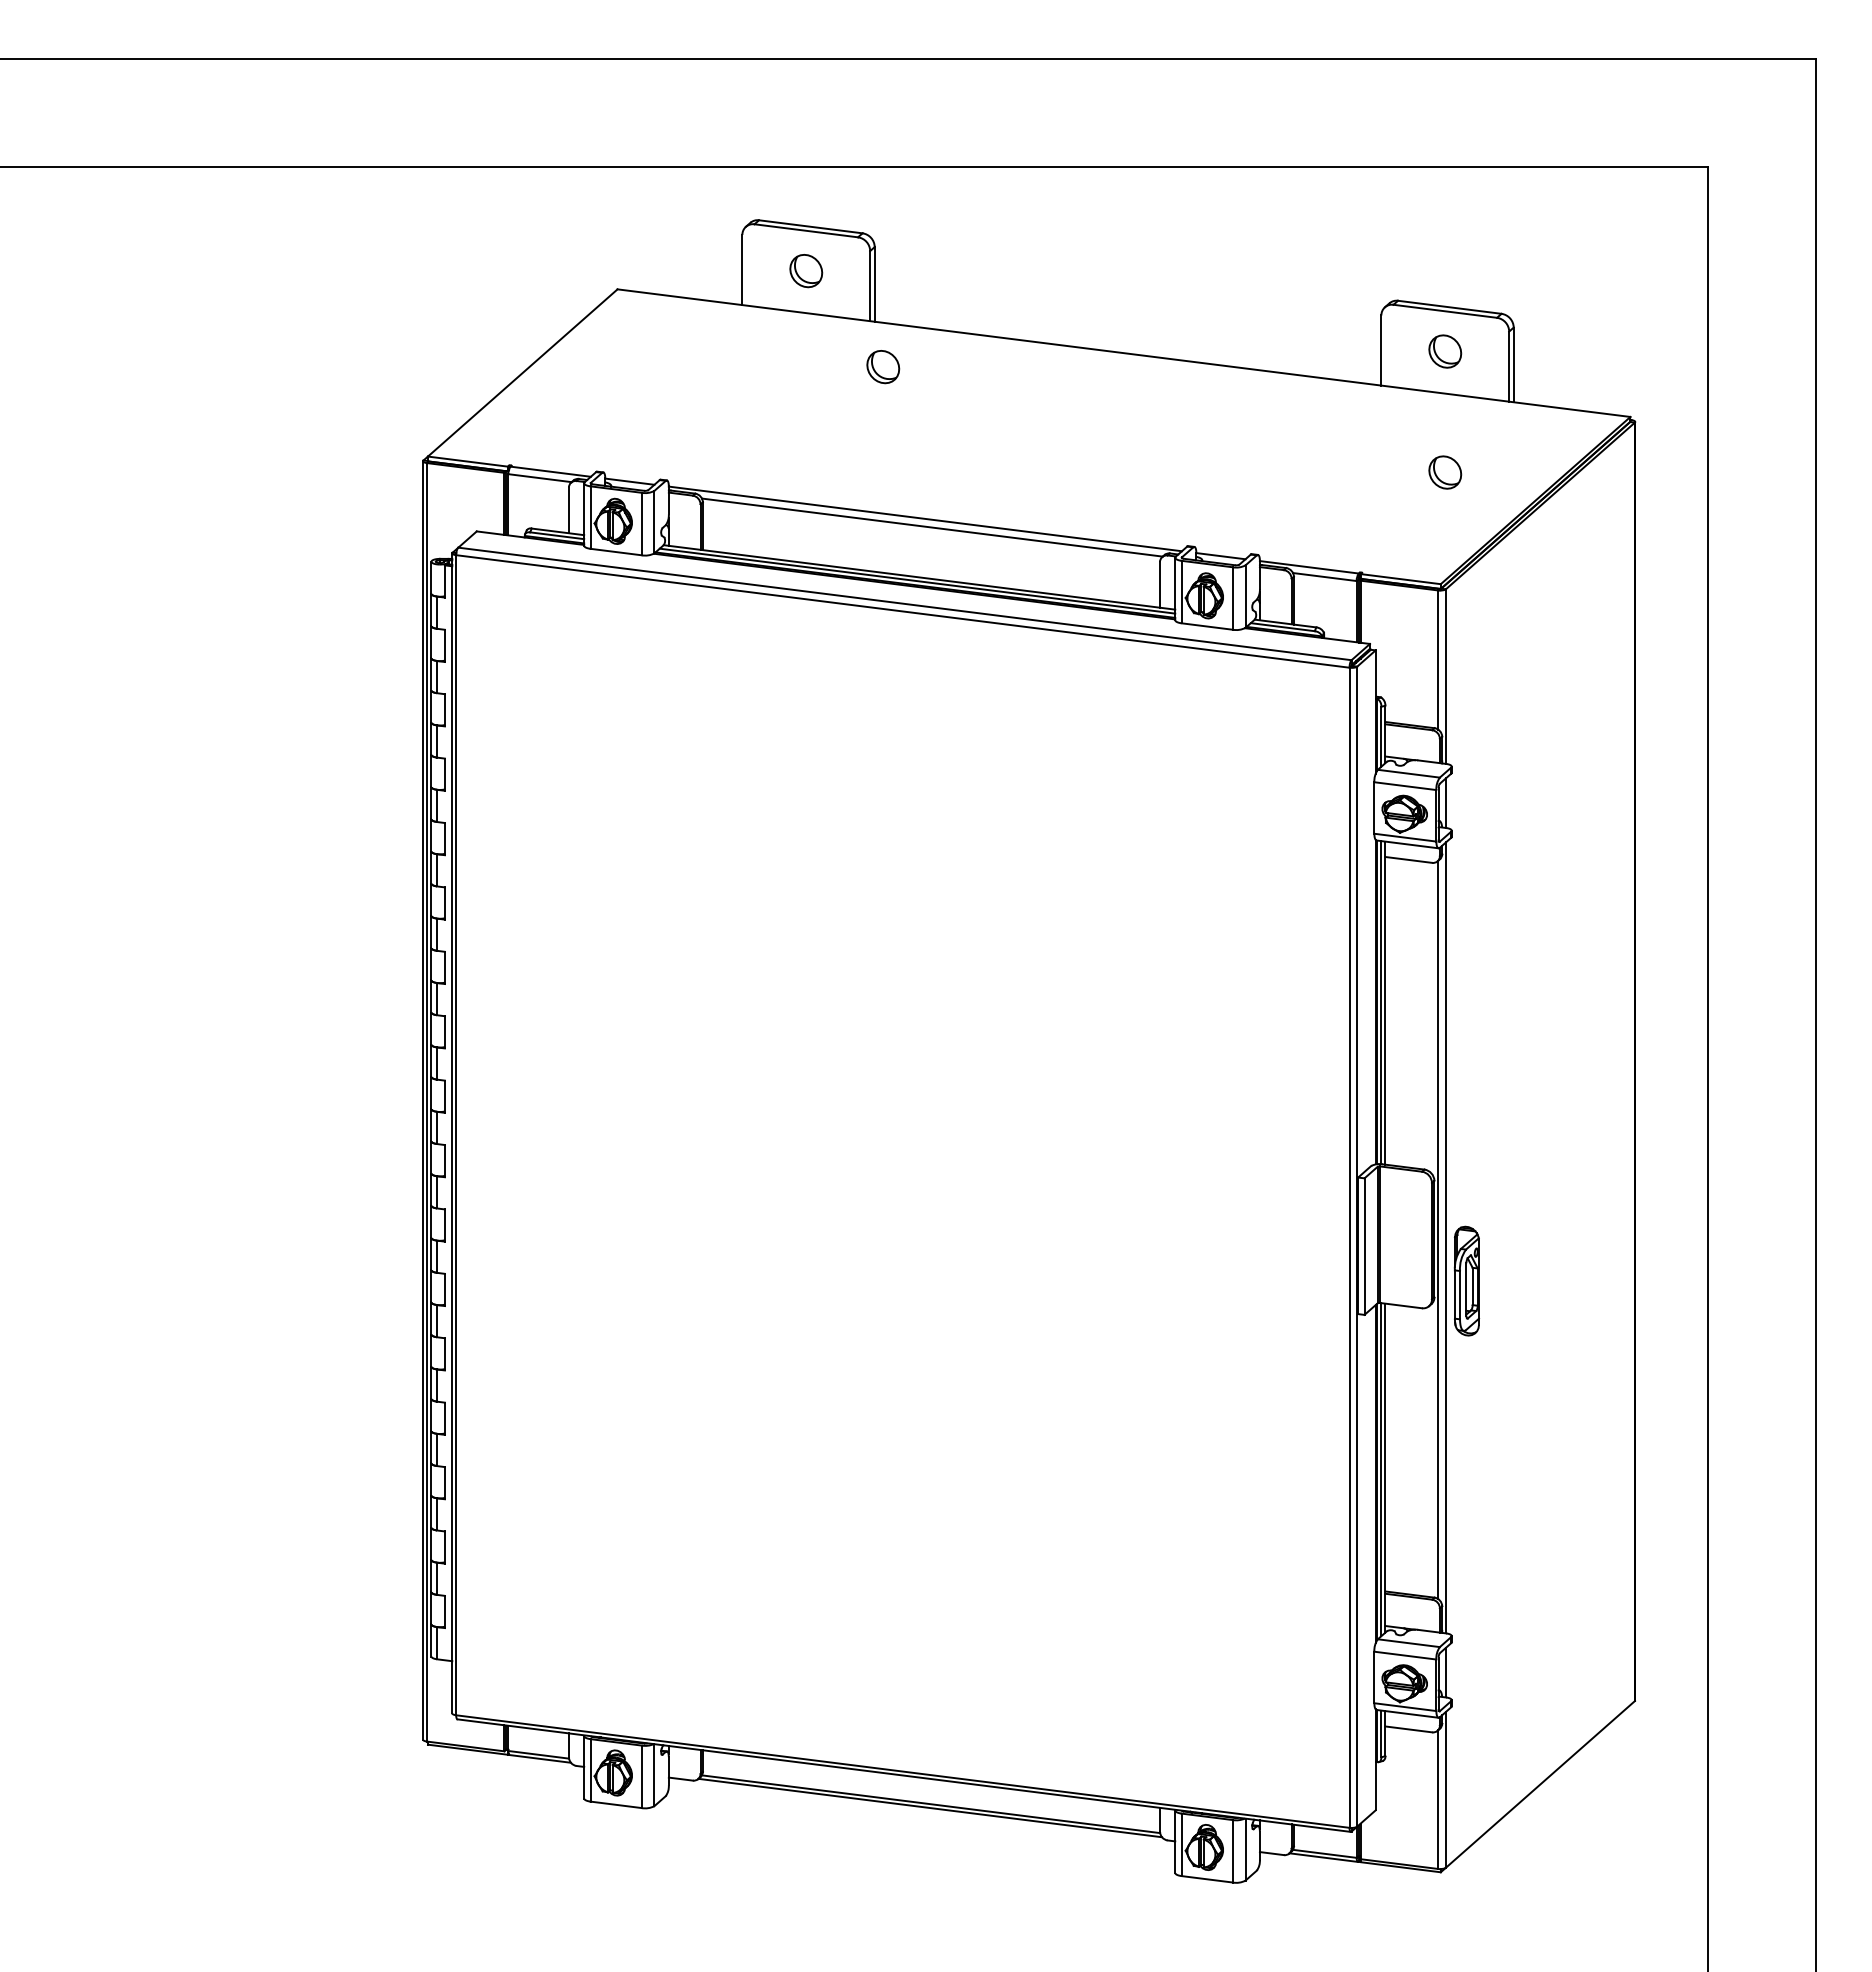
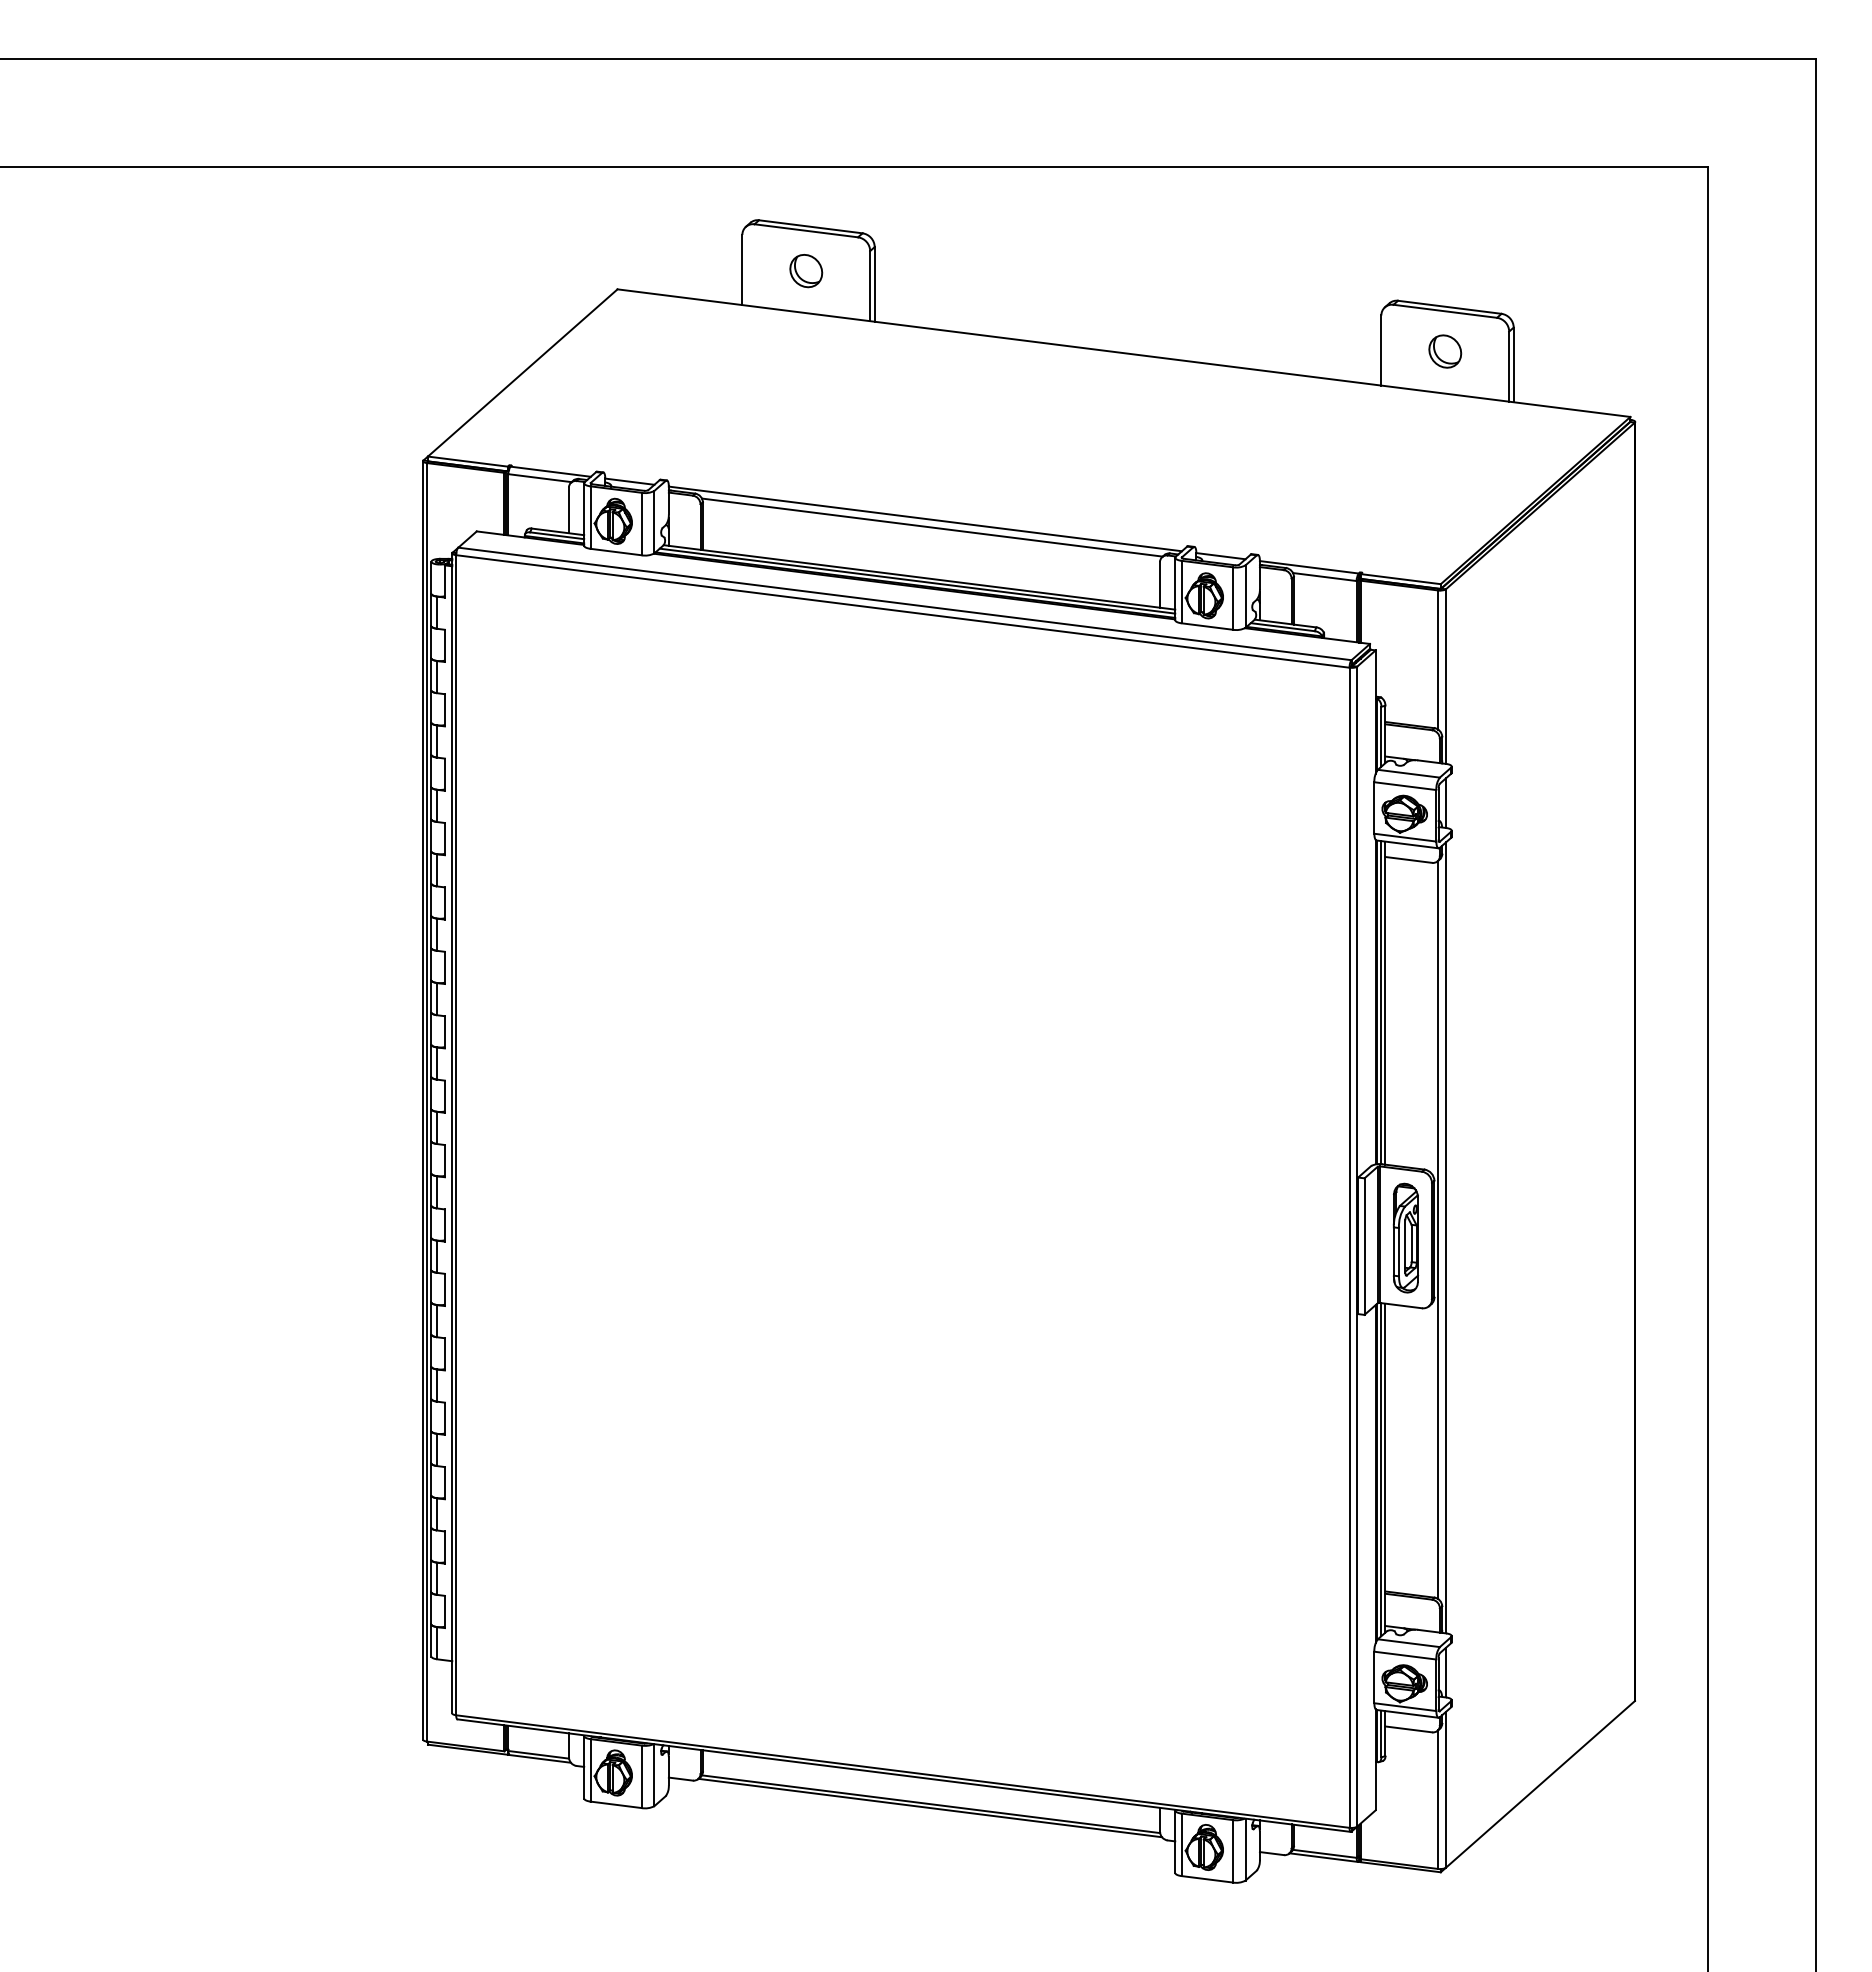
part at (883, 367): present -> none
part at (1445, 472): present -> none
part at (1466, 1280) position: (1466, 1280) -> (1405, 1237)
